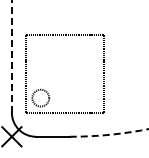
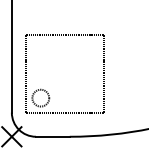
line at (11, 56): dashed -> solid
arc at (109, 134): dashed -> solid
